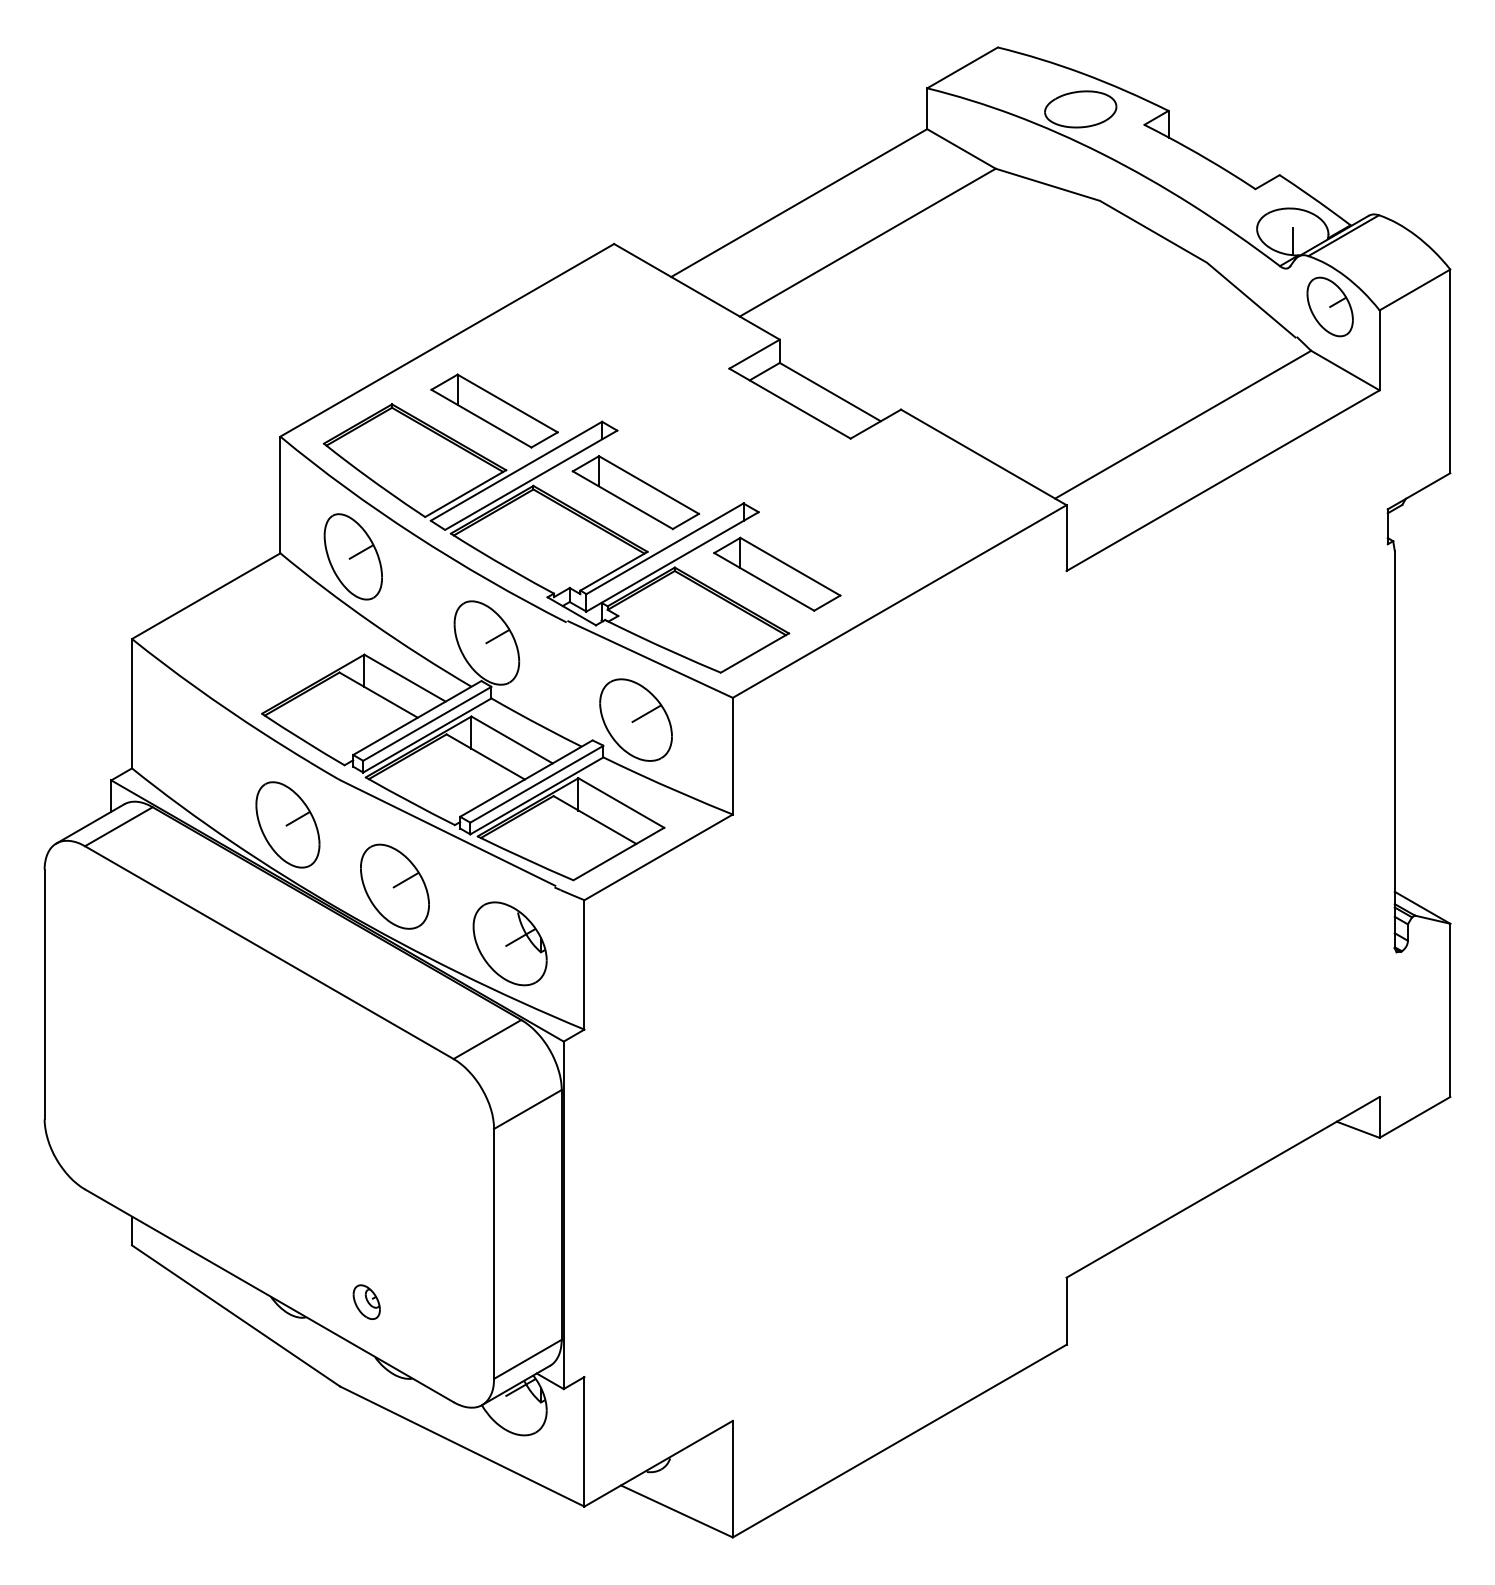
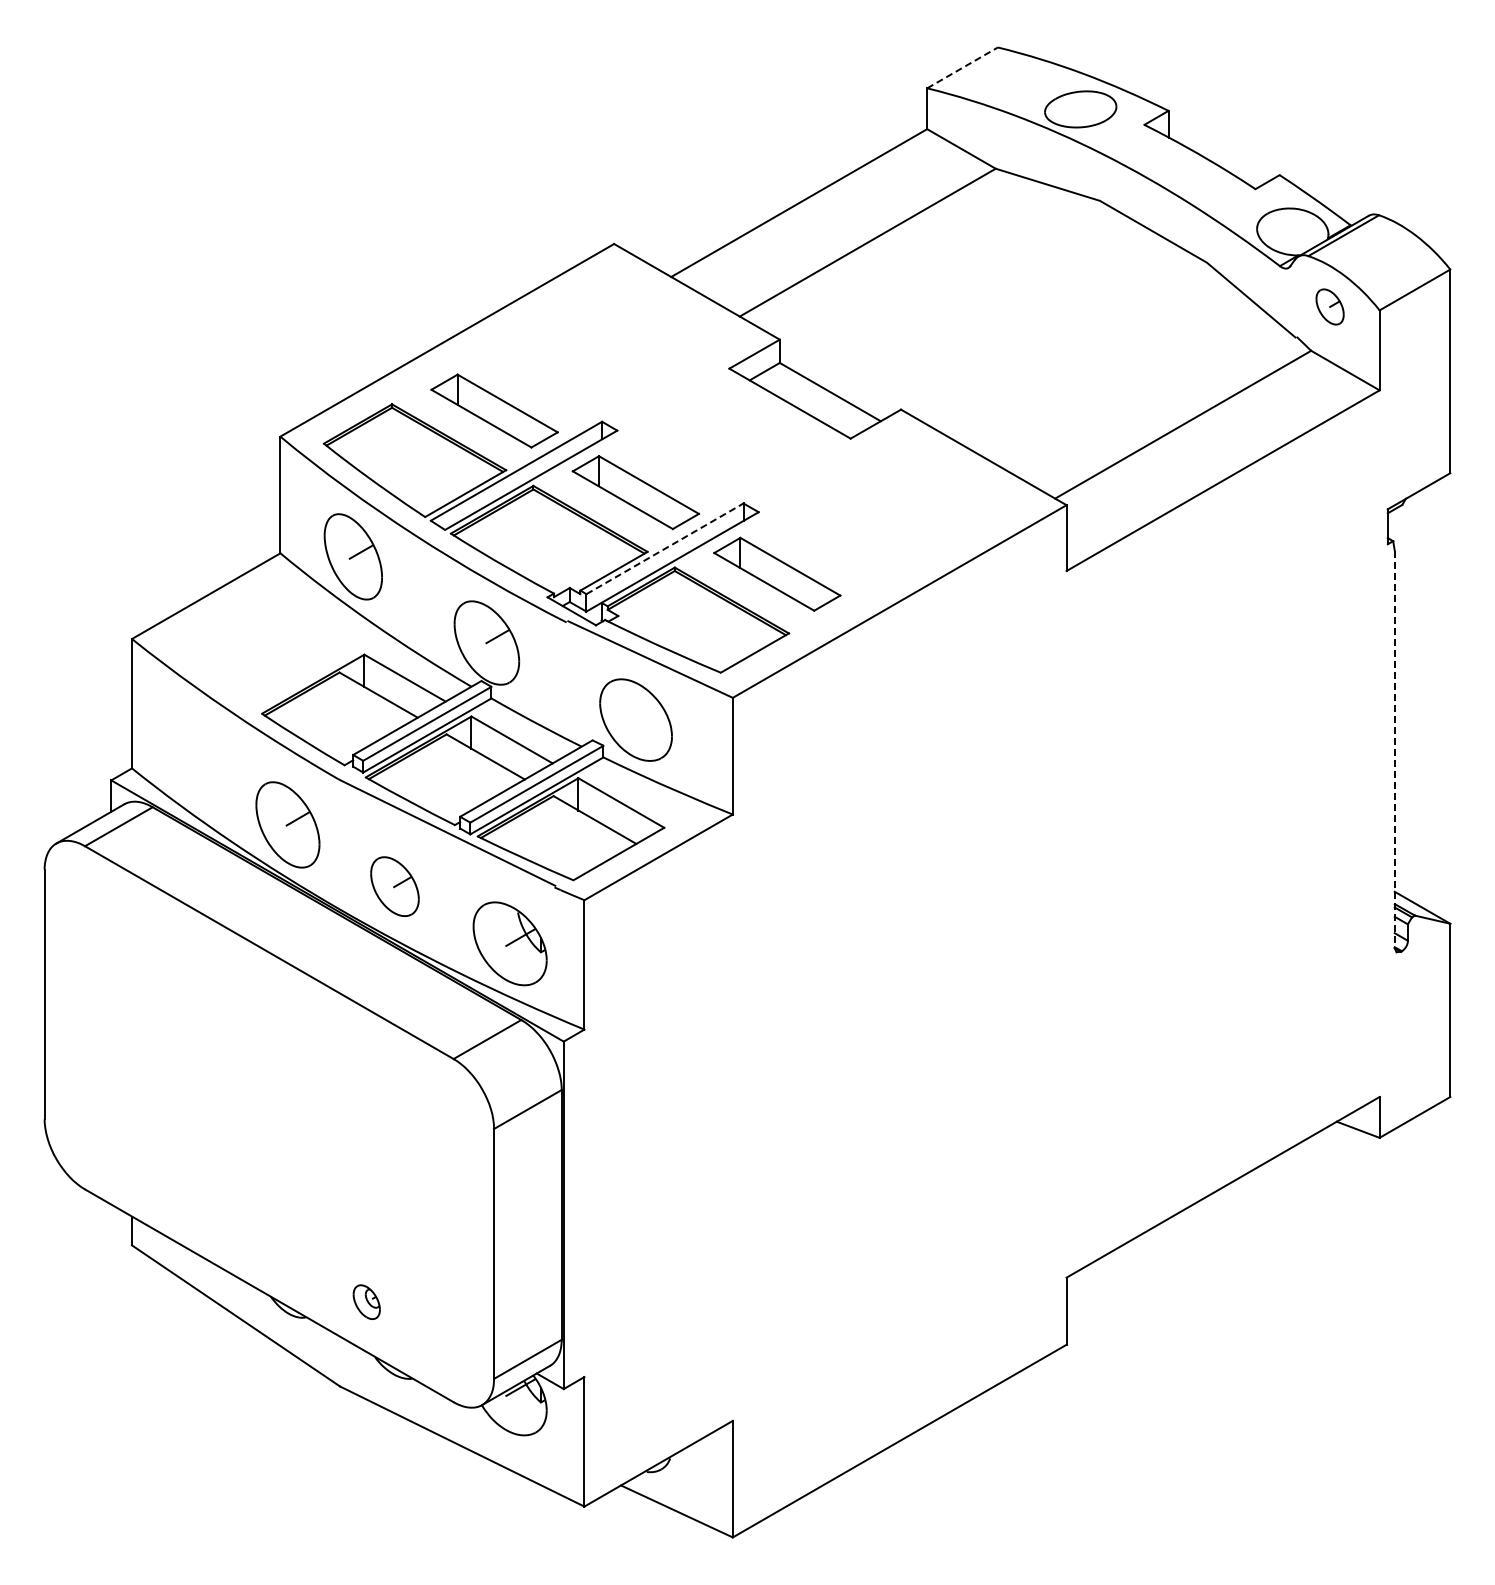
line at (962, 67): solid -> dashed
line at (1292, 241): present -> none
part at (1329, 306) size: 48x62 px -> 30x38 px
line at (664, 548): solid -> dashed
line at (646, 713): present -> none
line at (1394, 749): solid -> dashed
part at (394, 886) size: 70x87 px -> 50x61 px
